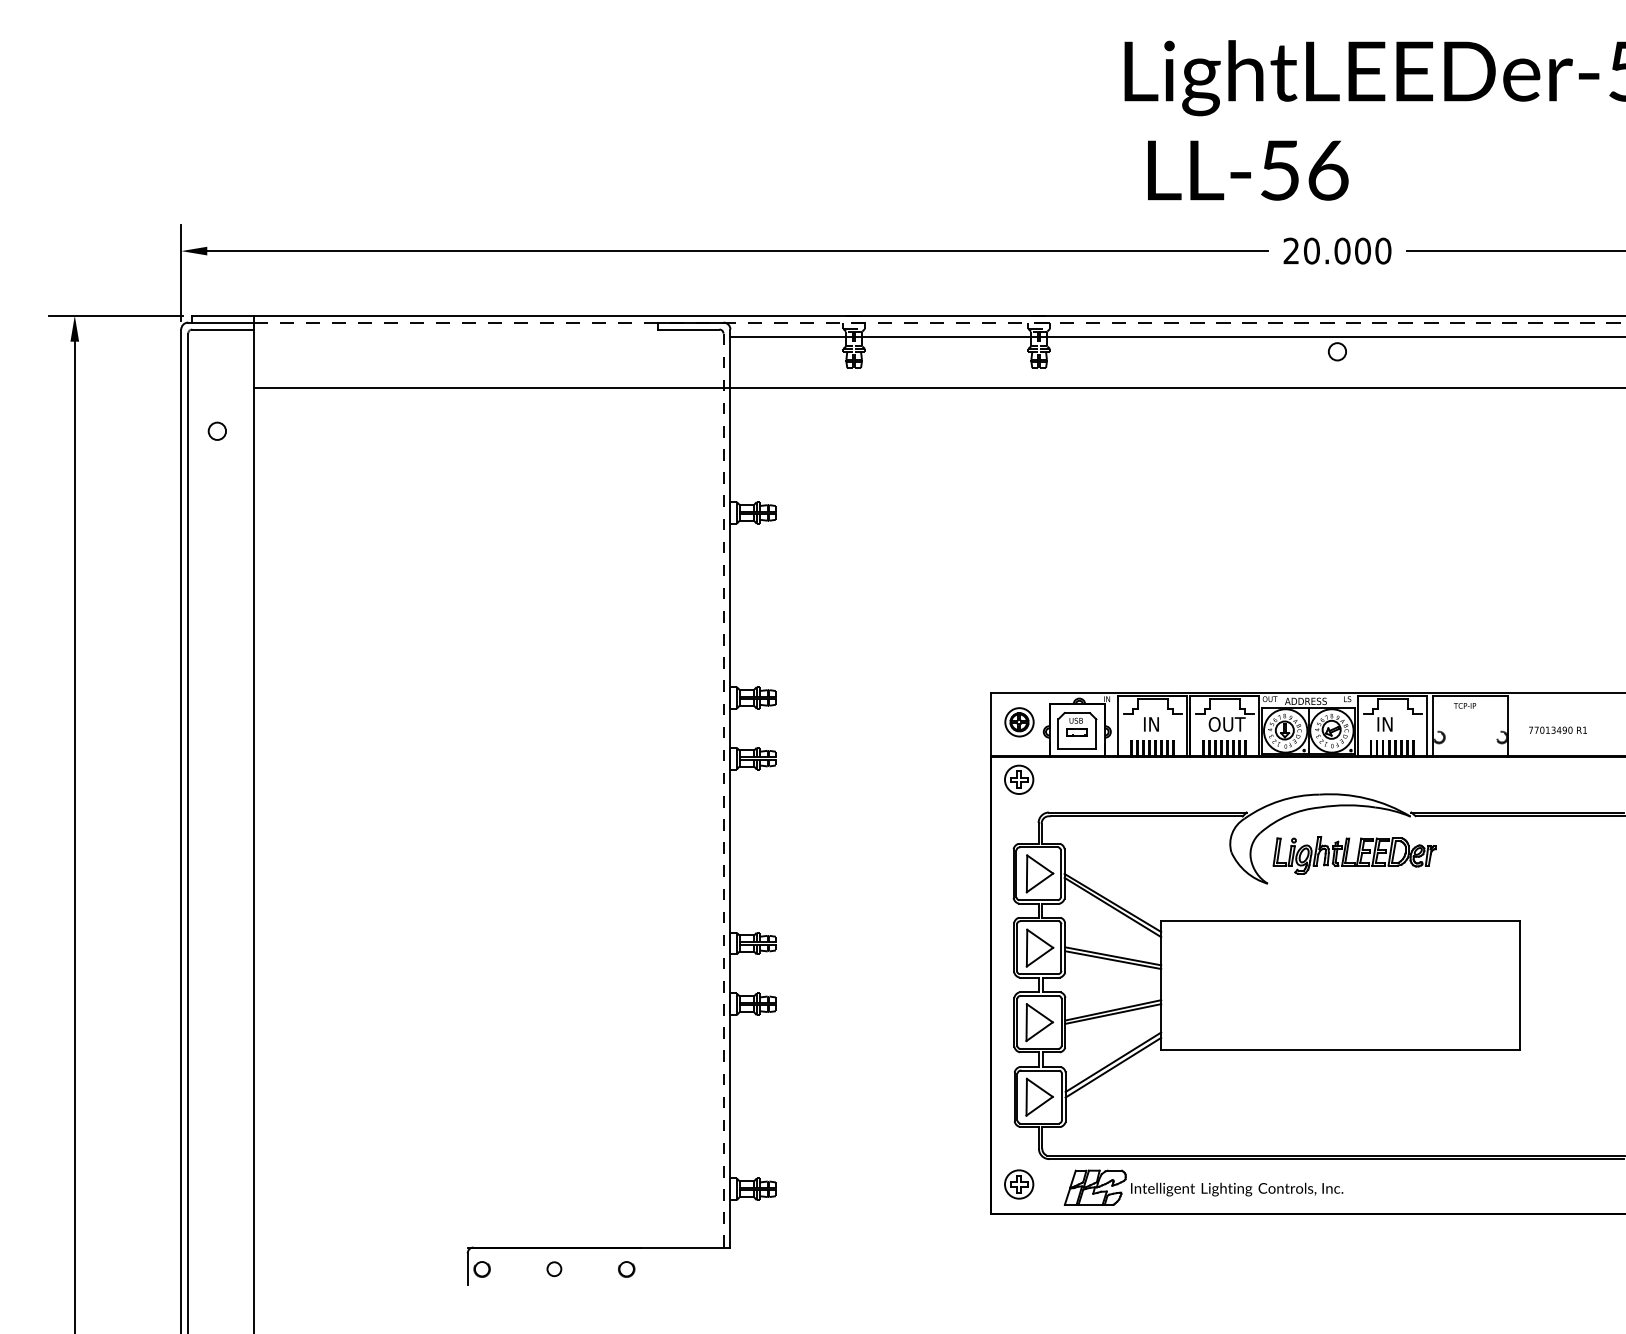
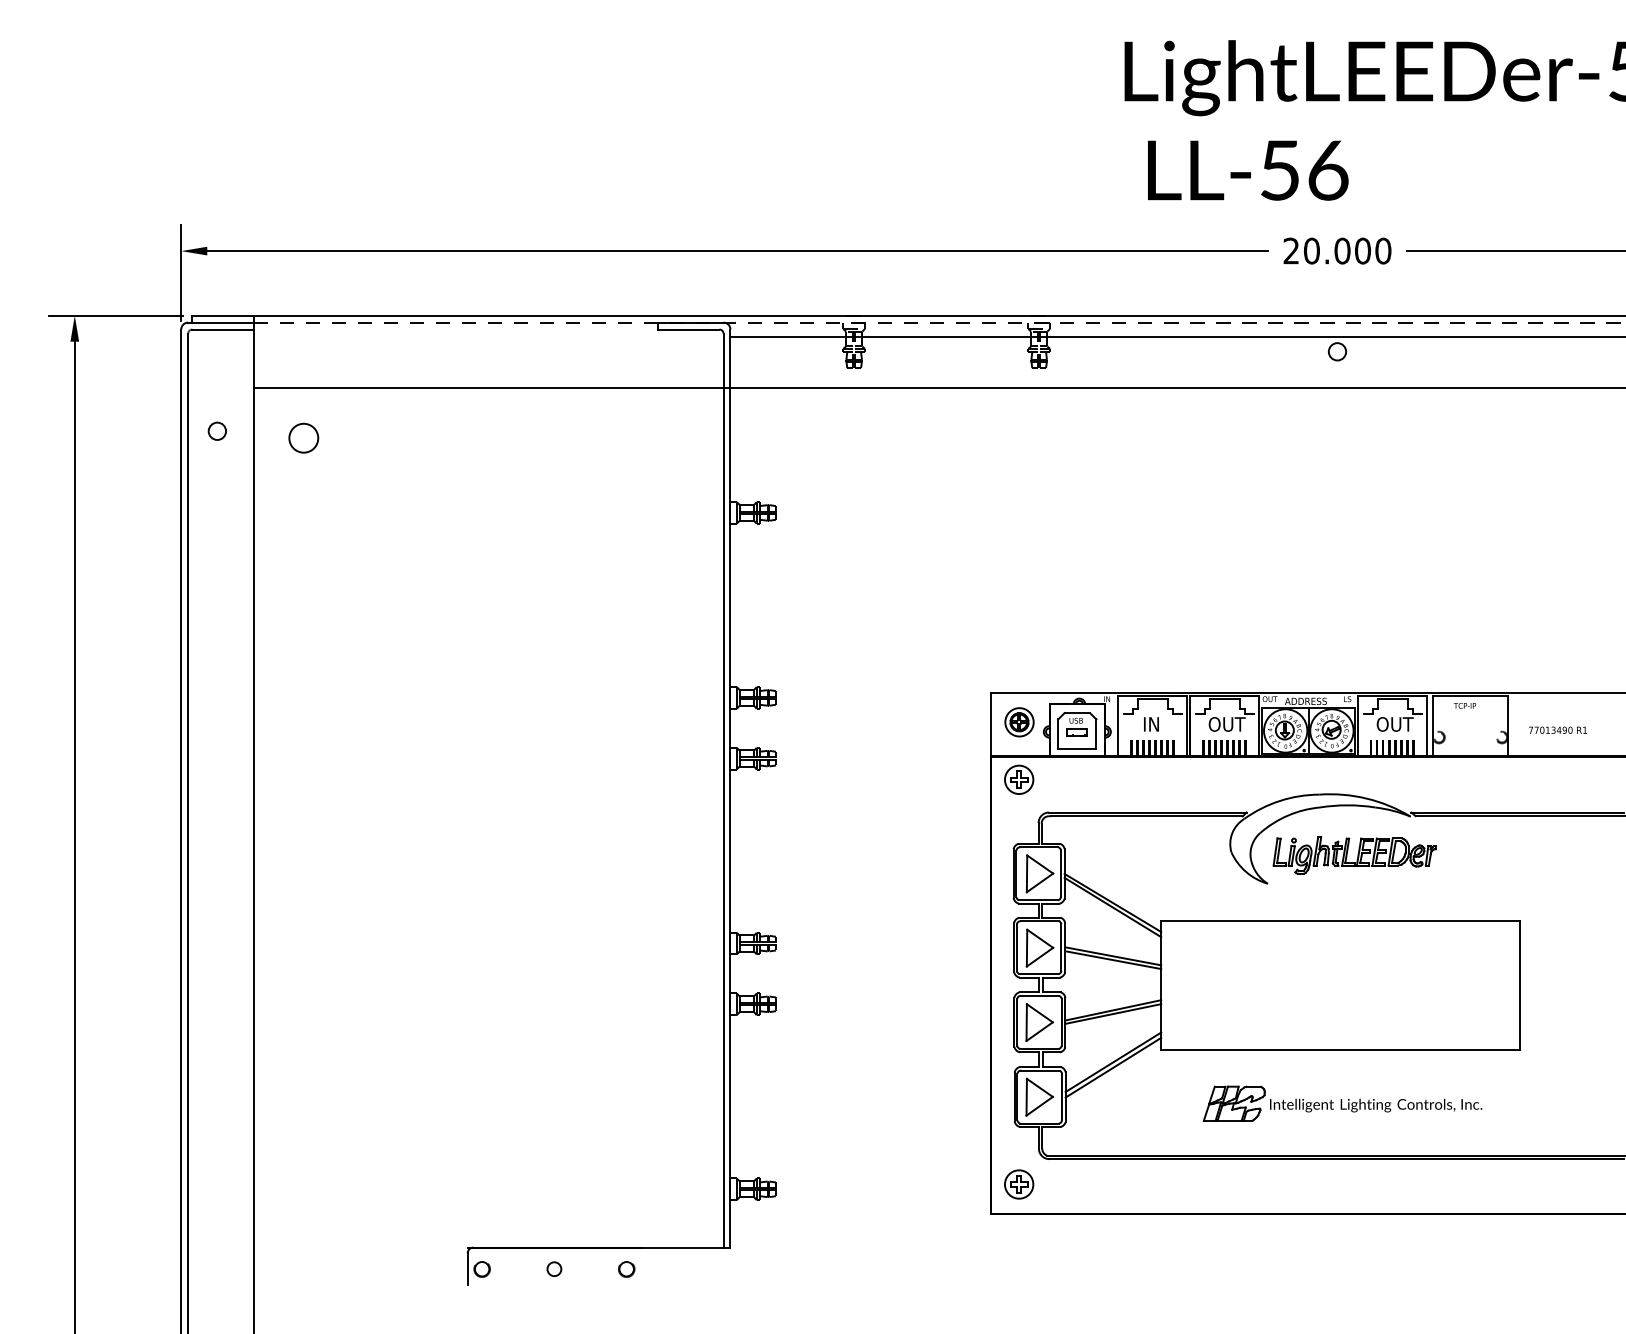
circle at (303, 437): none -> present
text at (1394, 724): IN -> OUT
line at (723, 790): dashed -> solid
part at (1203, 1187) position: (1203, 1187) -> (1342, 1103)
